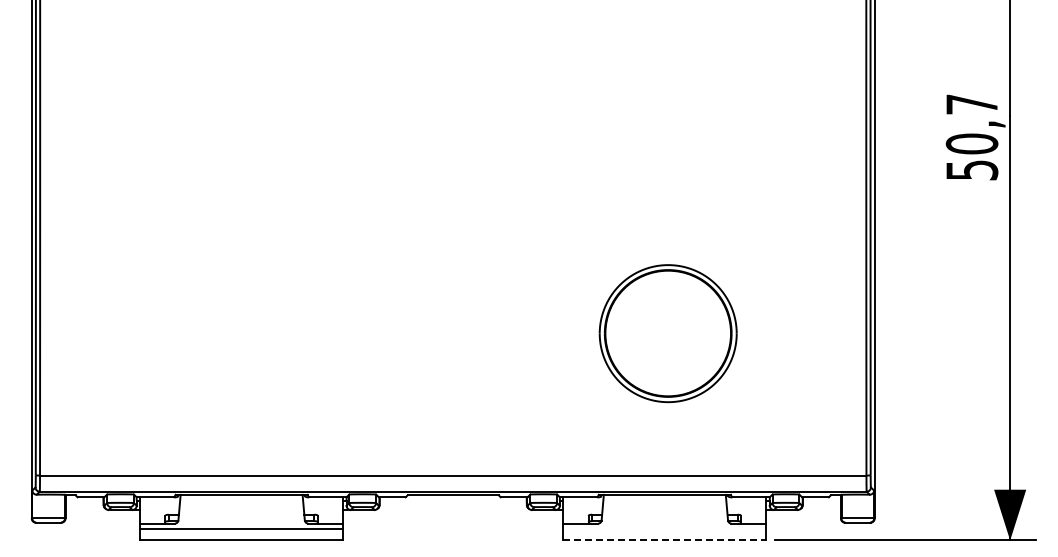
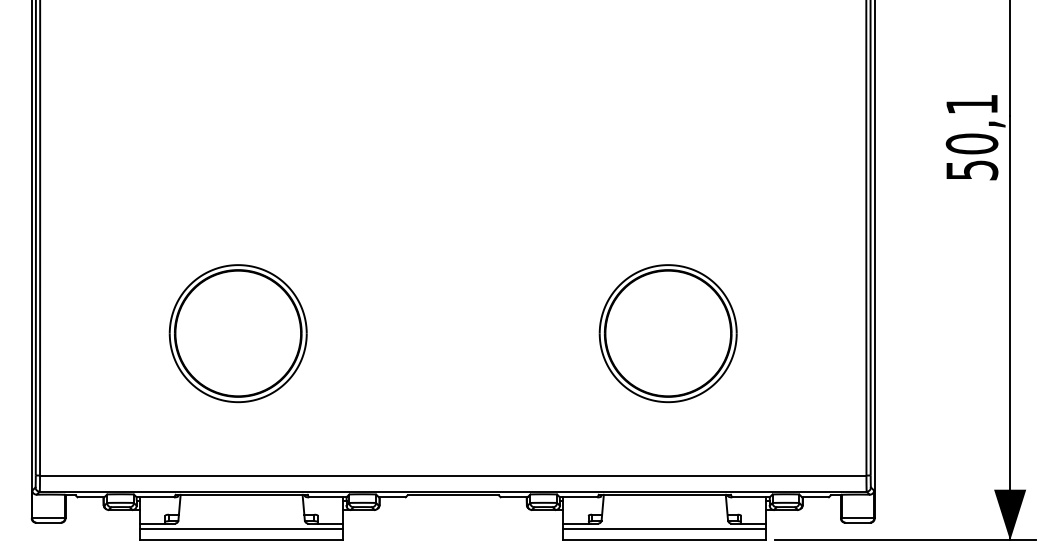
text at (971, 104): 50,7 -> 50,1
part at (237, 333): none -> present
line at (664, 528): none -> present
line at (664, 540): dashed -> solid
